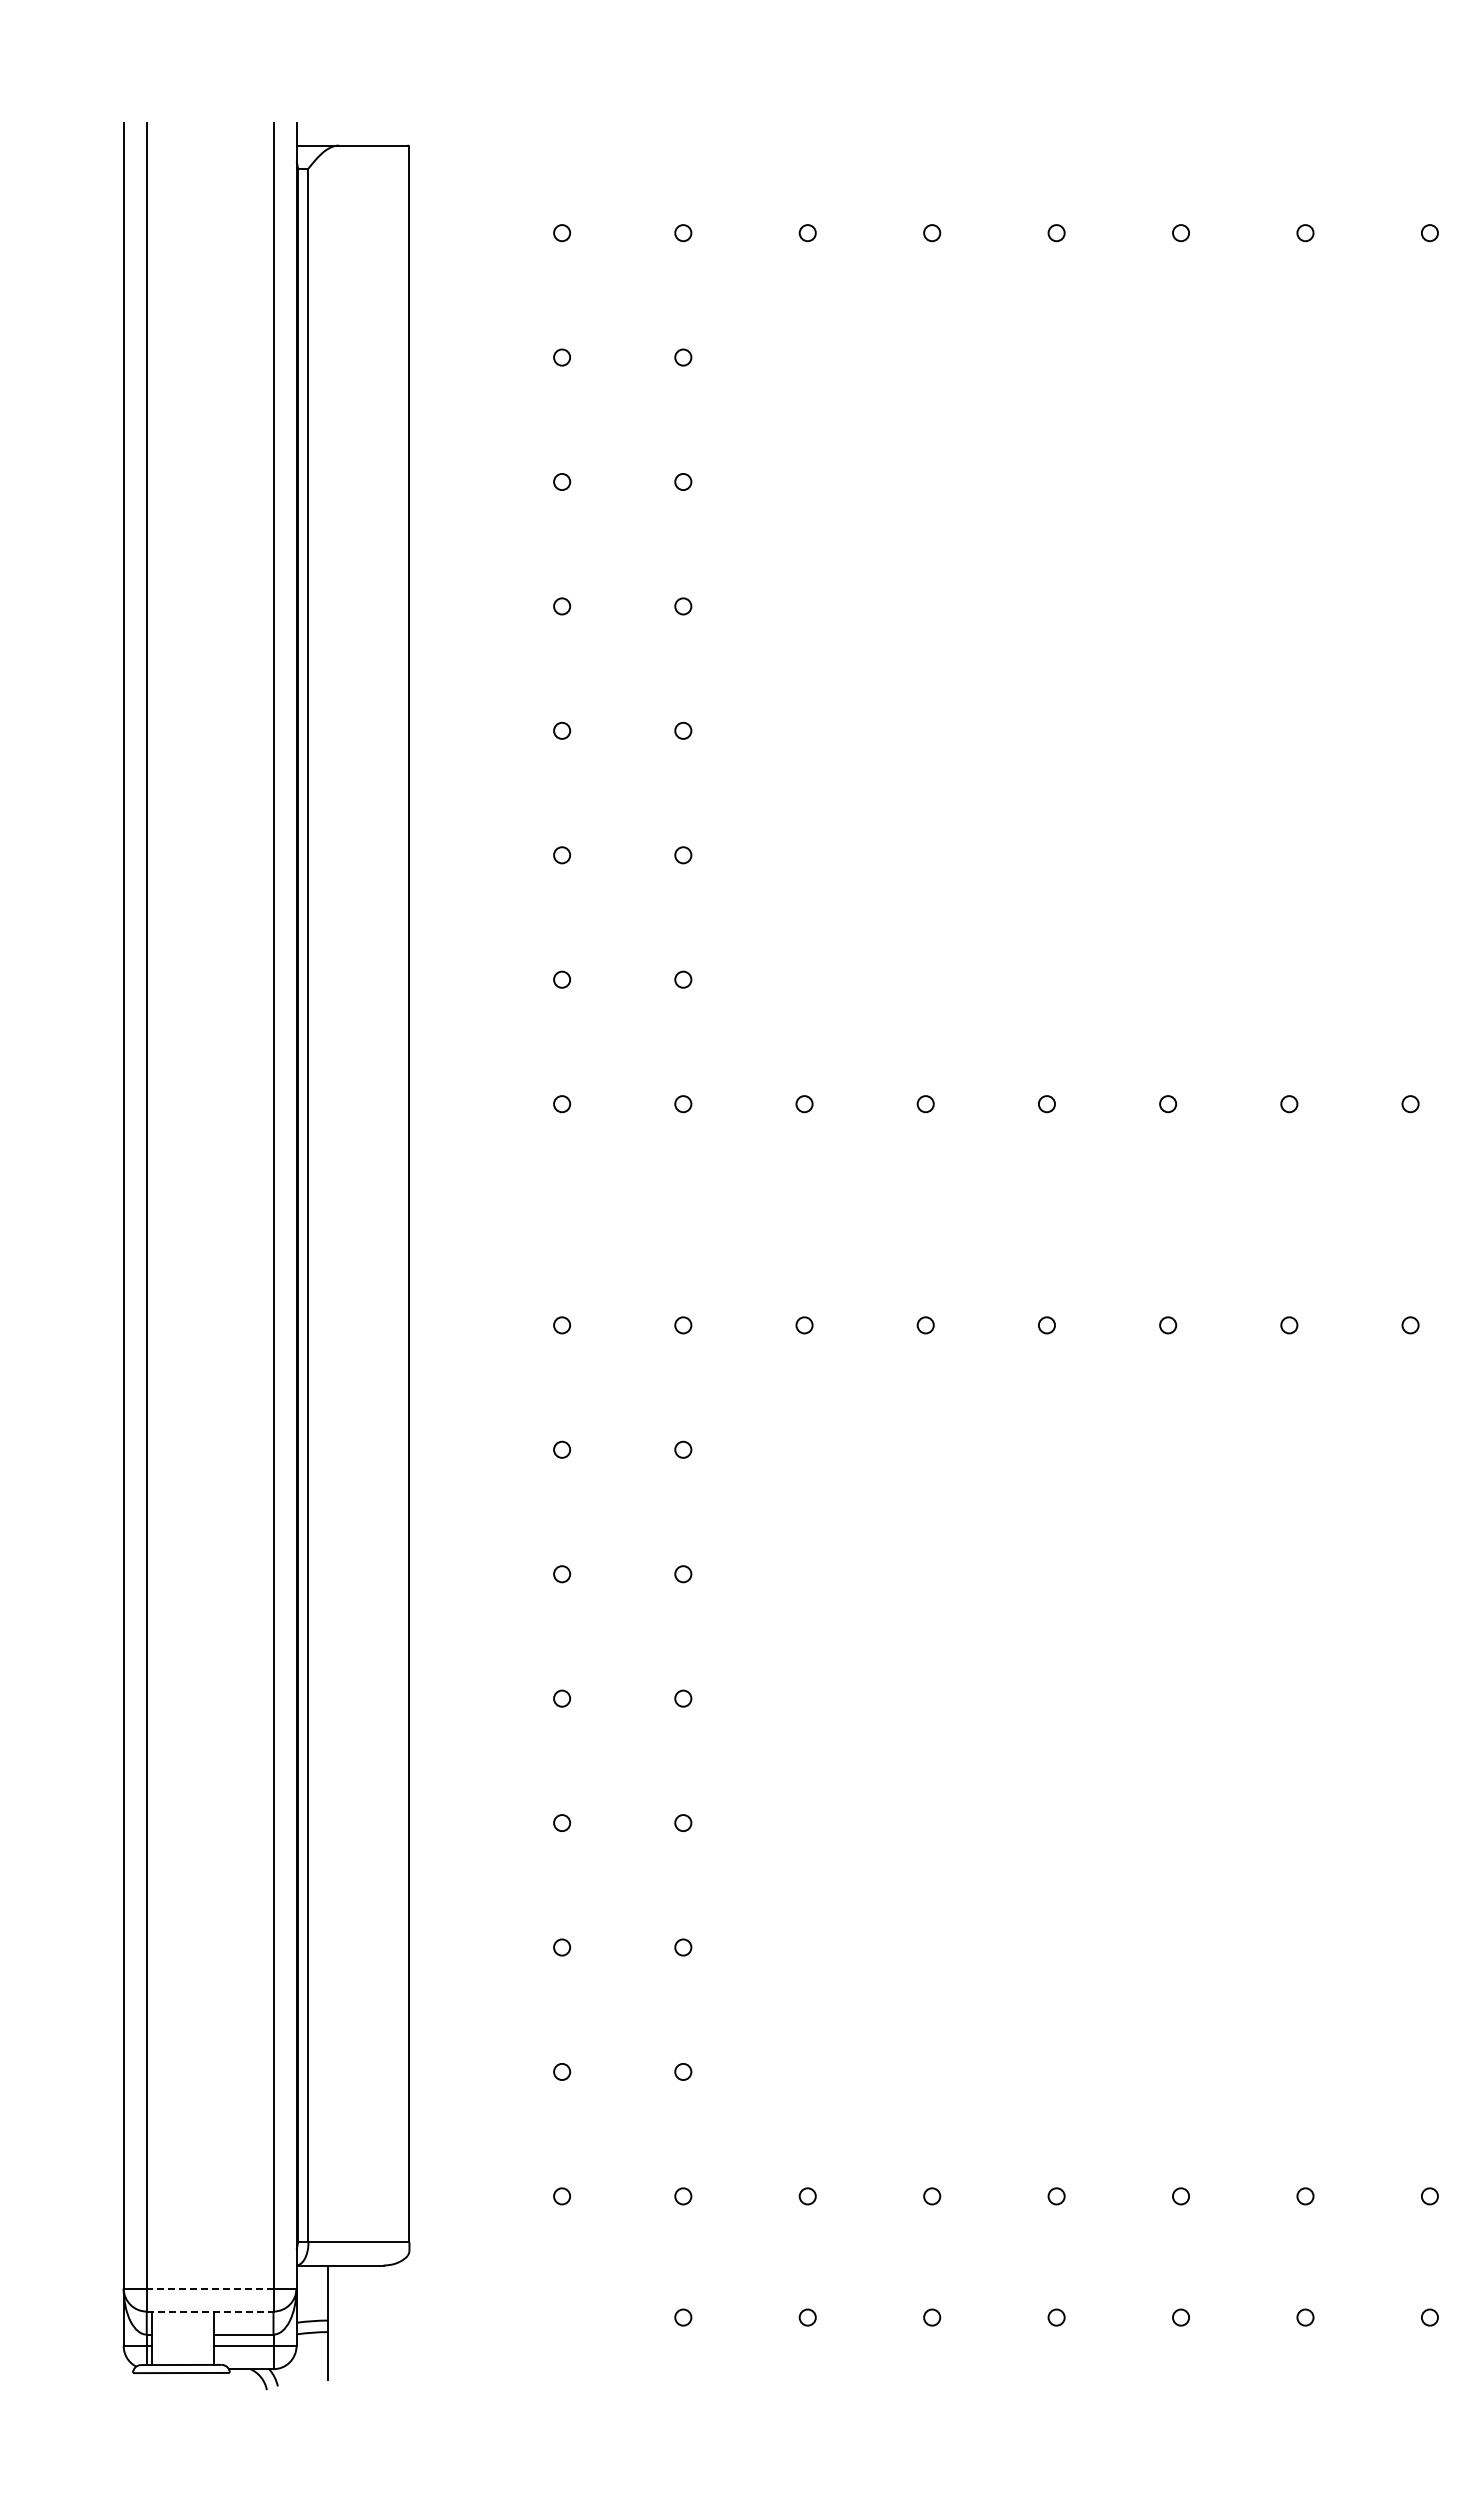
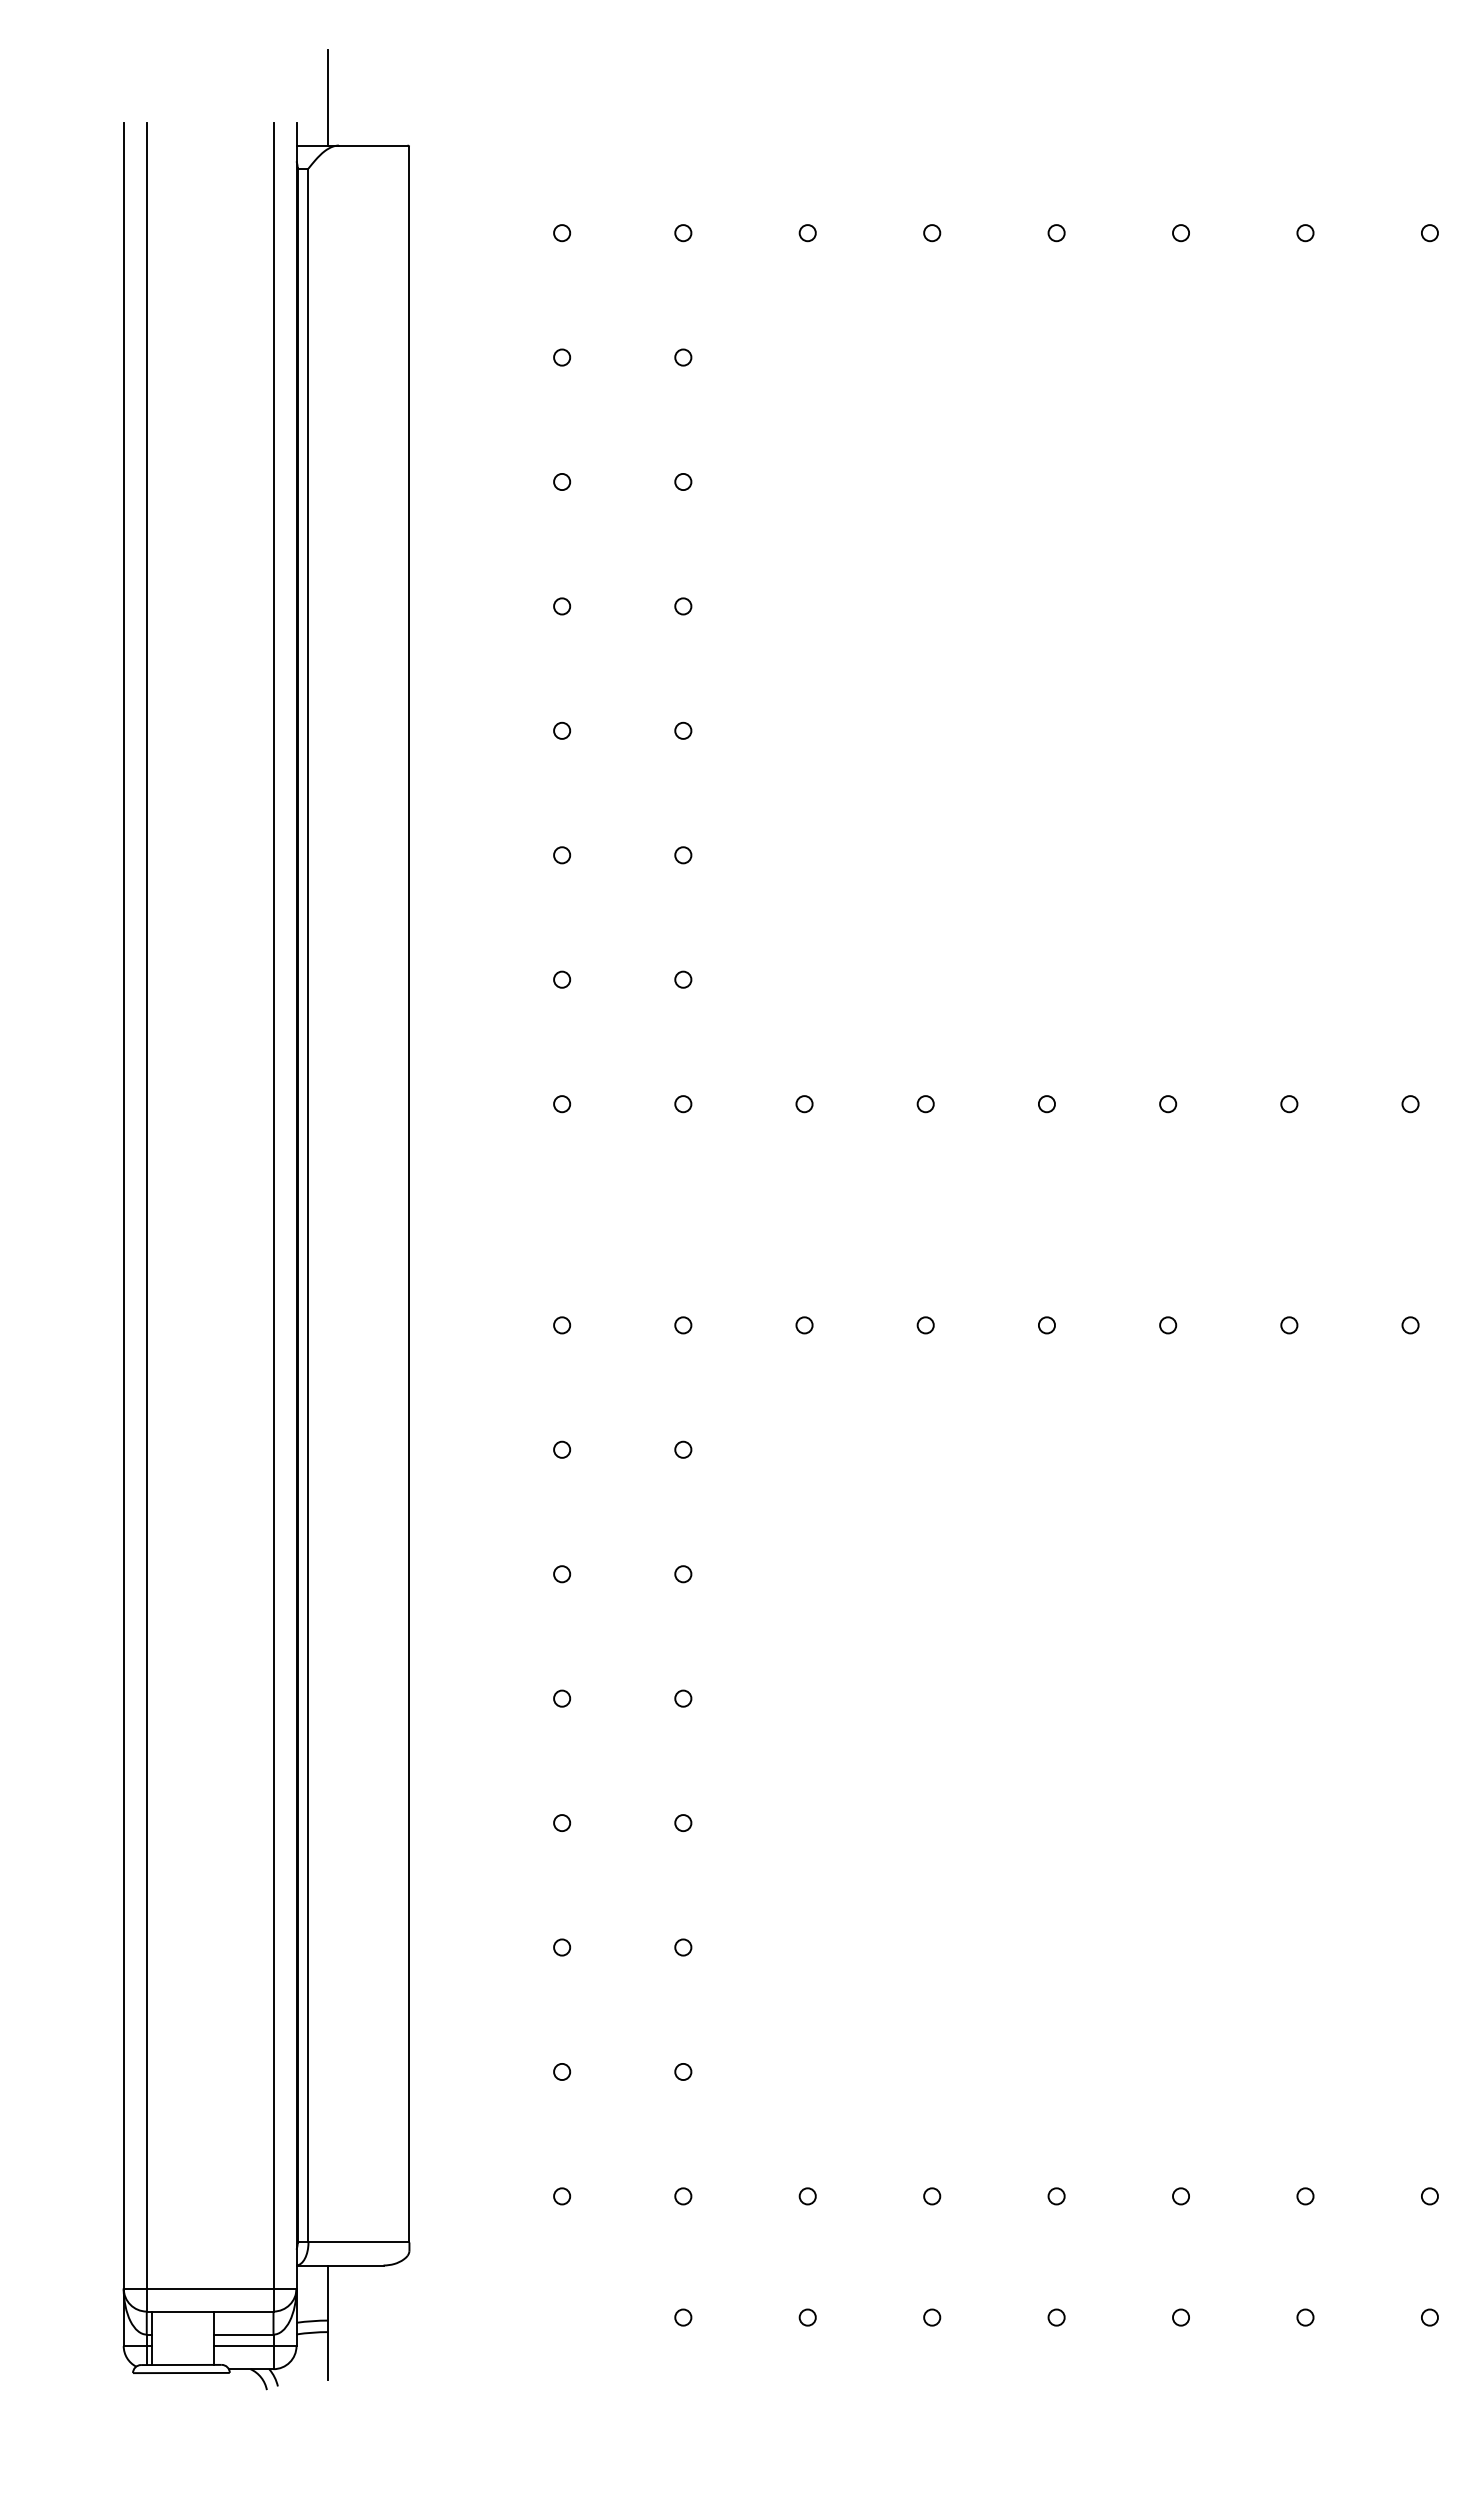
line at (328, 97): none -> present
line at (209, 2288): dashed -> solid
line at (210, 2311): dashed -> solid
